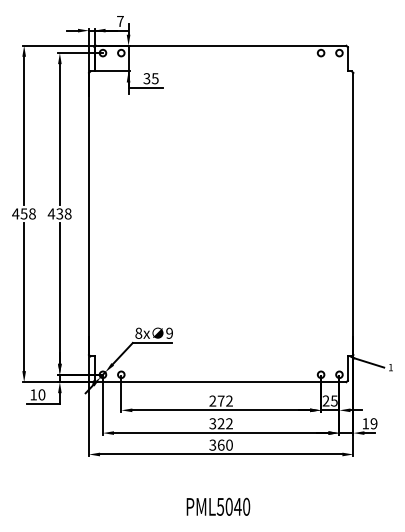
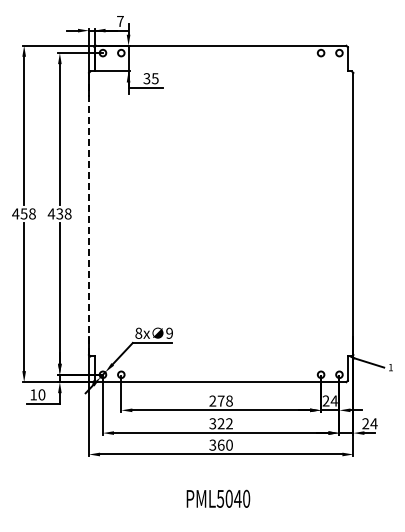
line at (89, 214): solid -> dashed
text at (229, 400): 272 -> 278
text at (333, 400): 25 -> 24
text at (369, 423): 19 -> 24
text at (218, 506) position: (218, 506) -> (218, 498)
